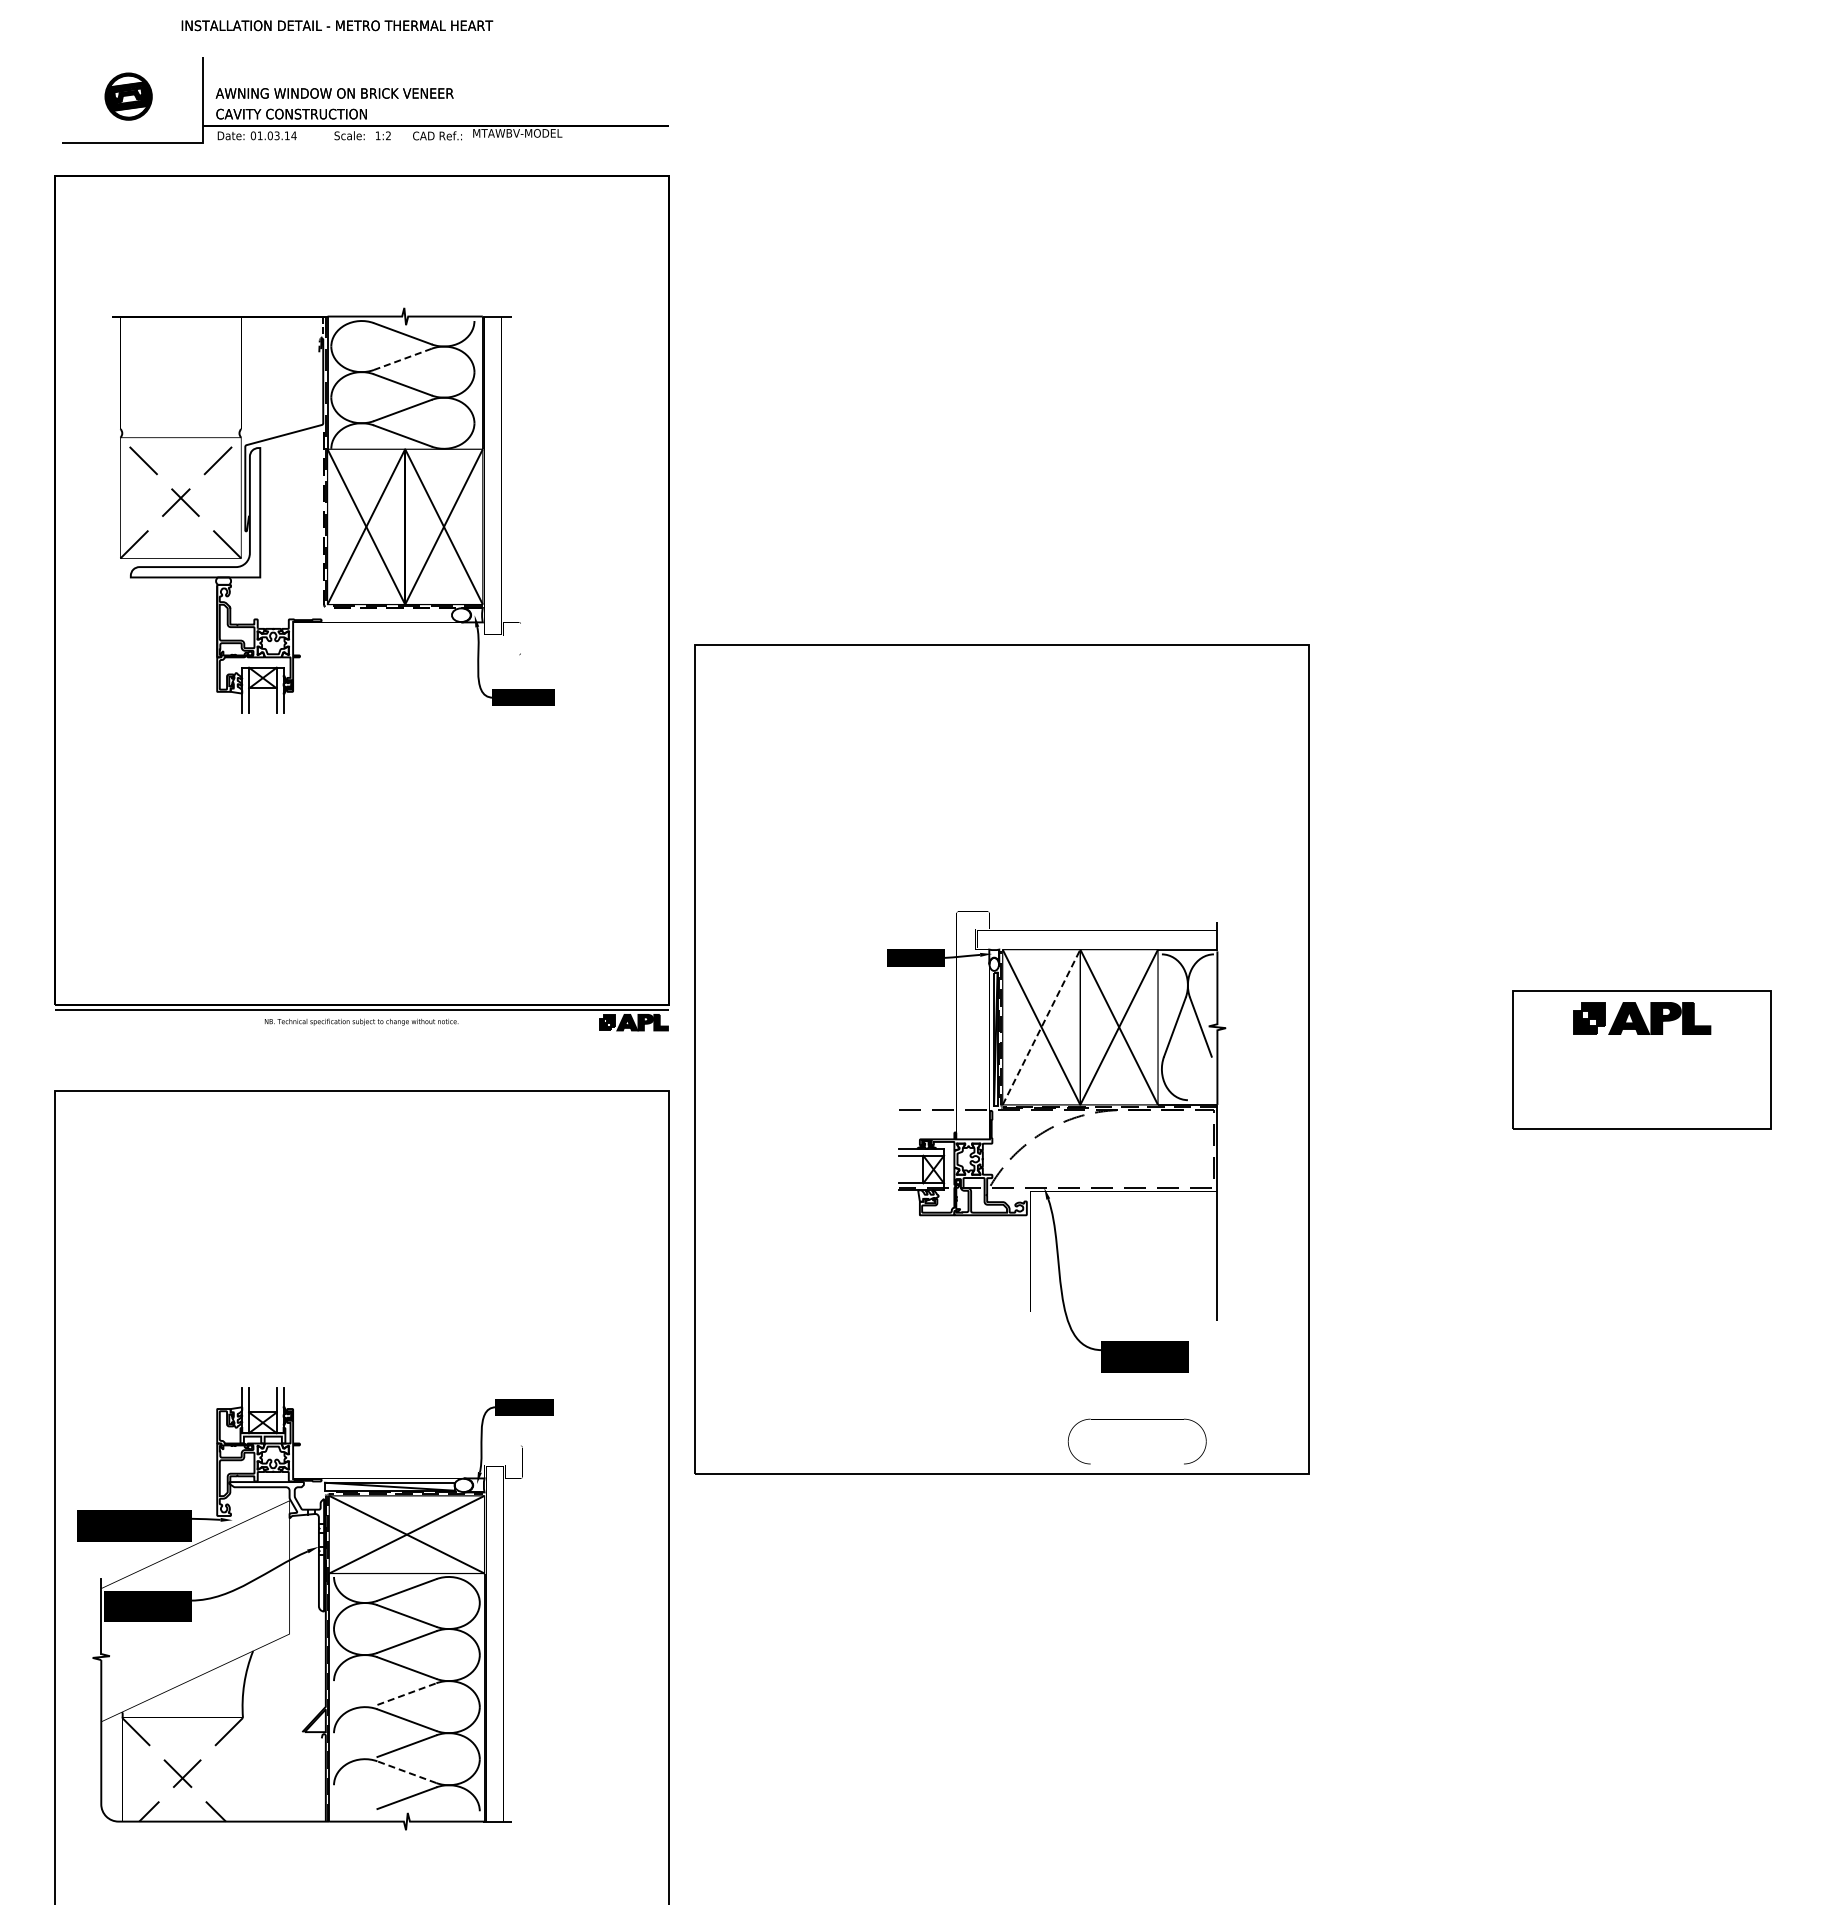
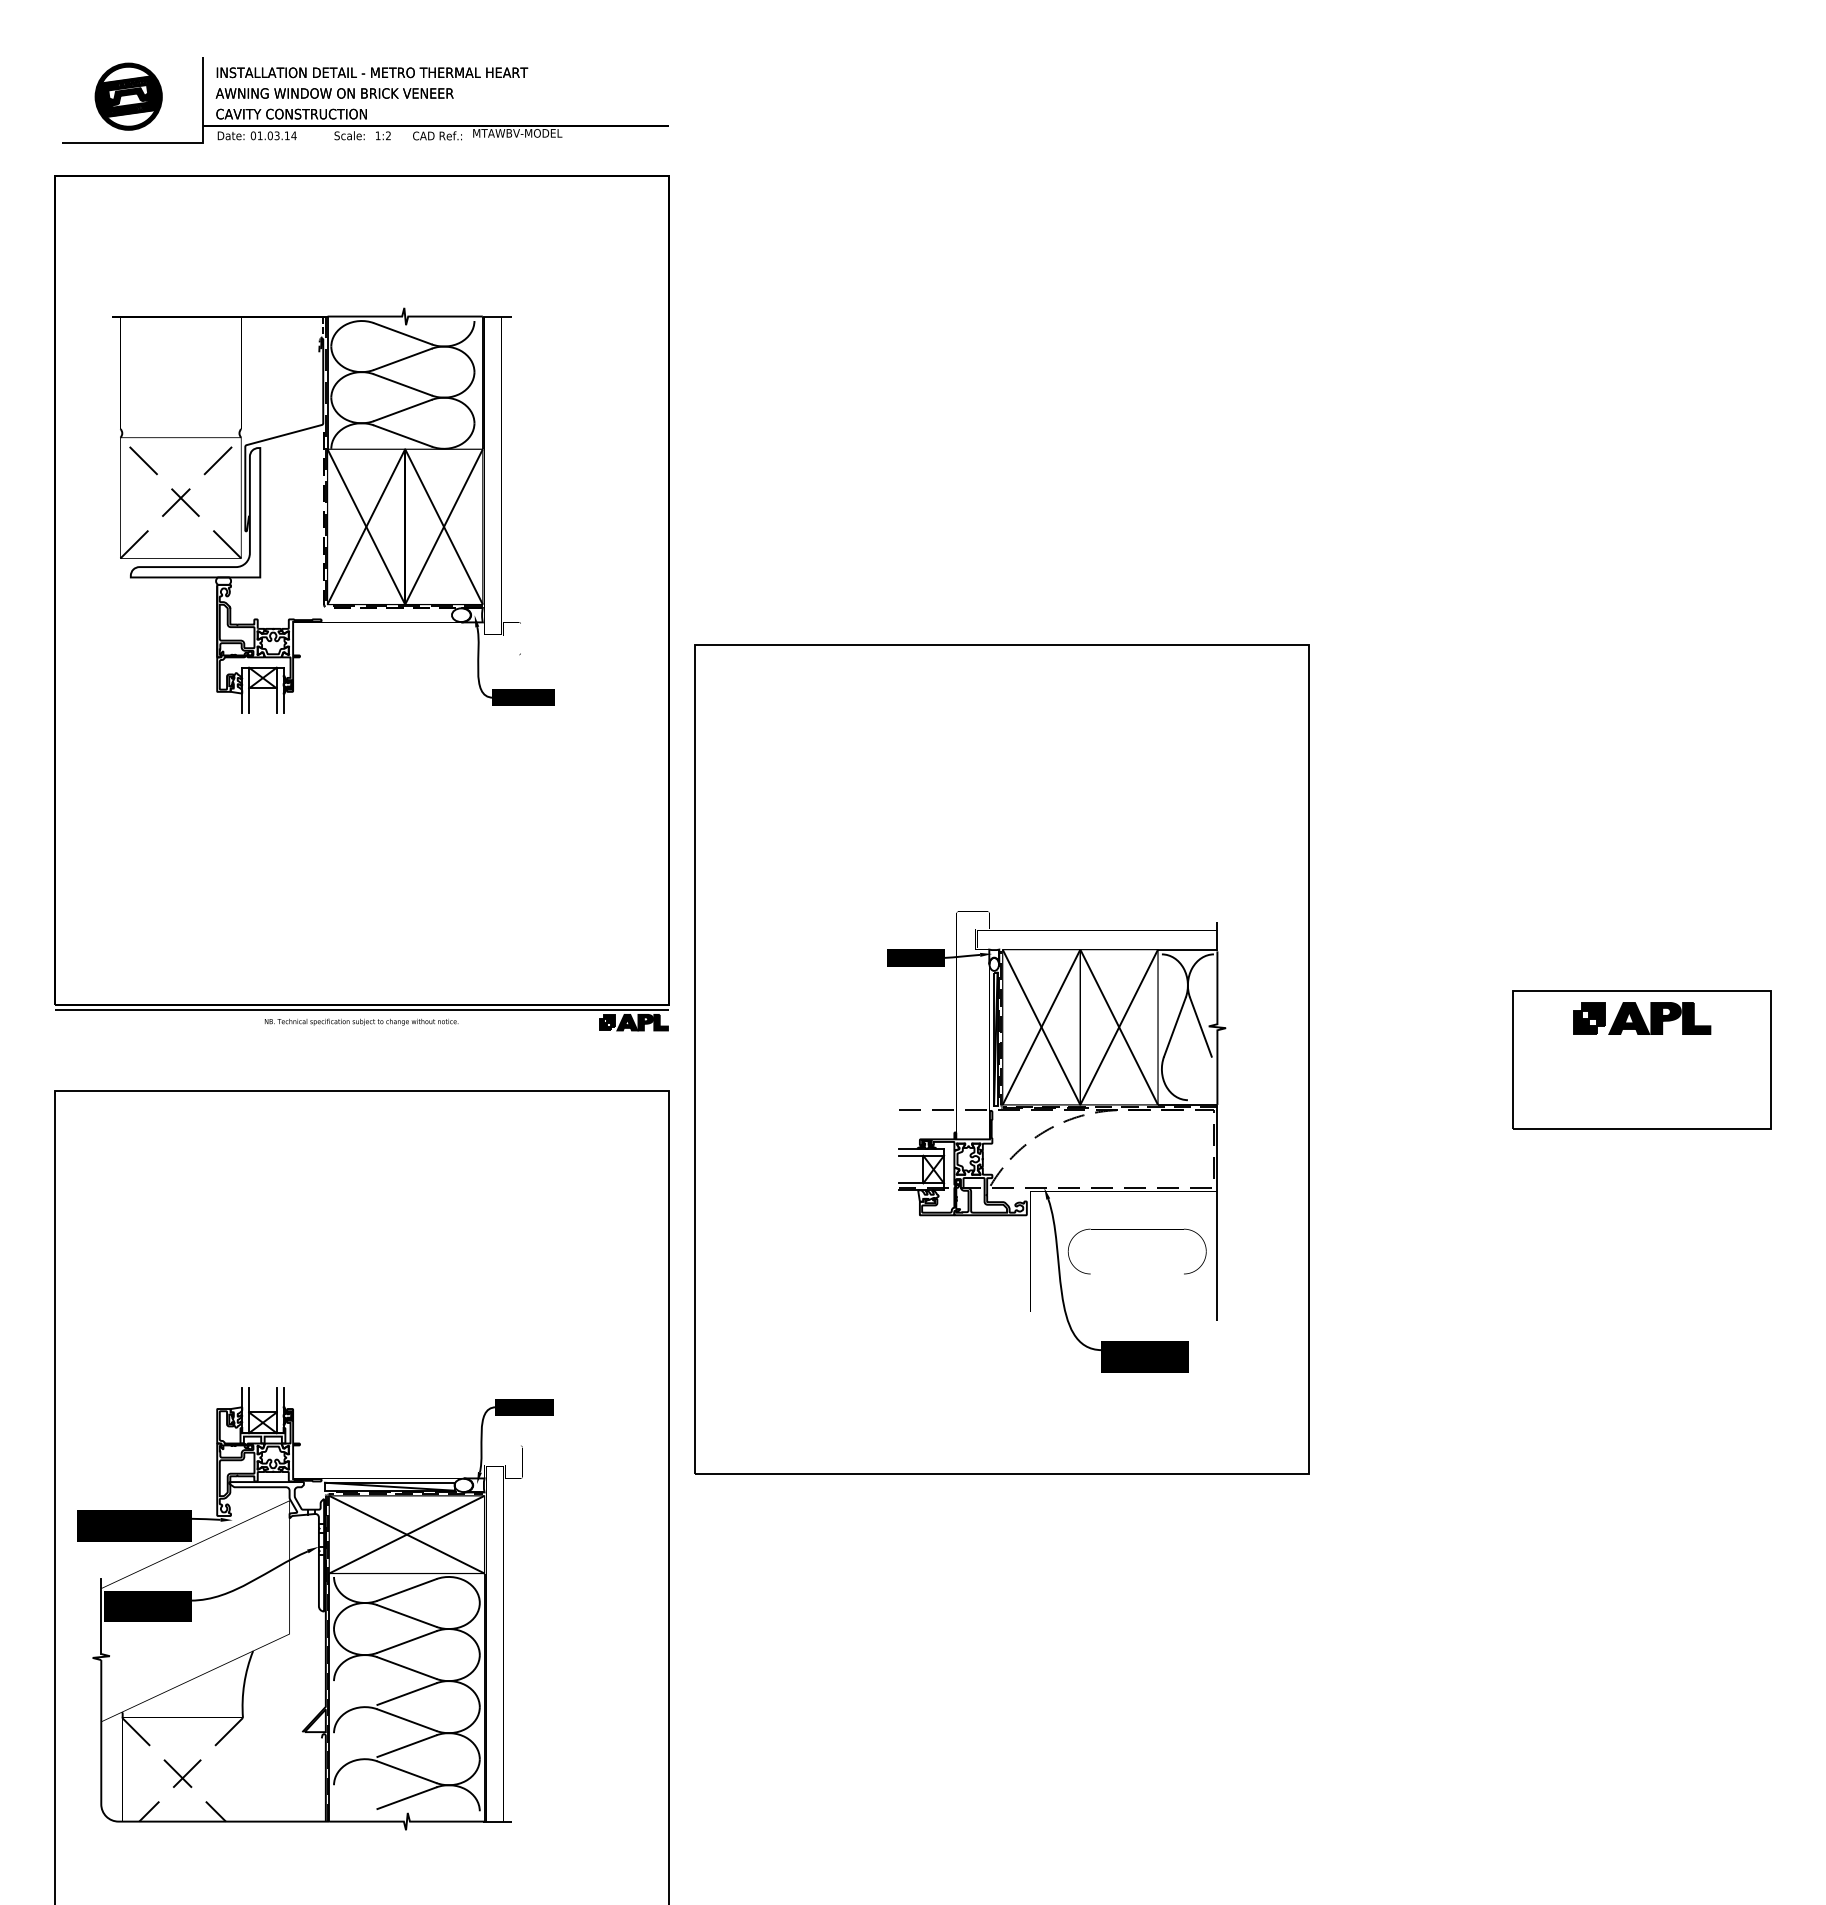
text at (337, 25) position: (337, 25) -> (372, 72)
part at (128, 96) size: 49x49 px -> 69x69 px
line at (402, 359): dashed -> solid
line at (1041, 1027): dashed -> solid
part at (1136, 1419) position: (1136, 1419) -> (1136, 1229)
line at (407, 1693): dashed -> solid
line at (406, 1772): dashed -> solid
